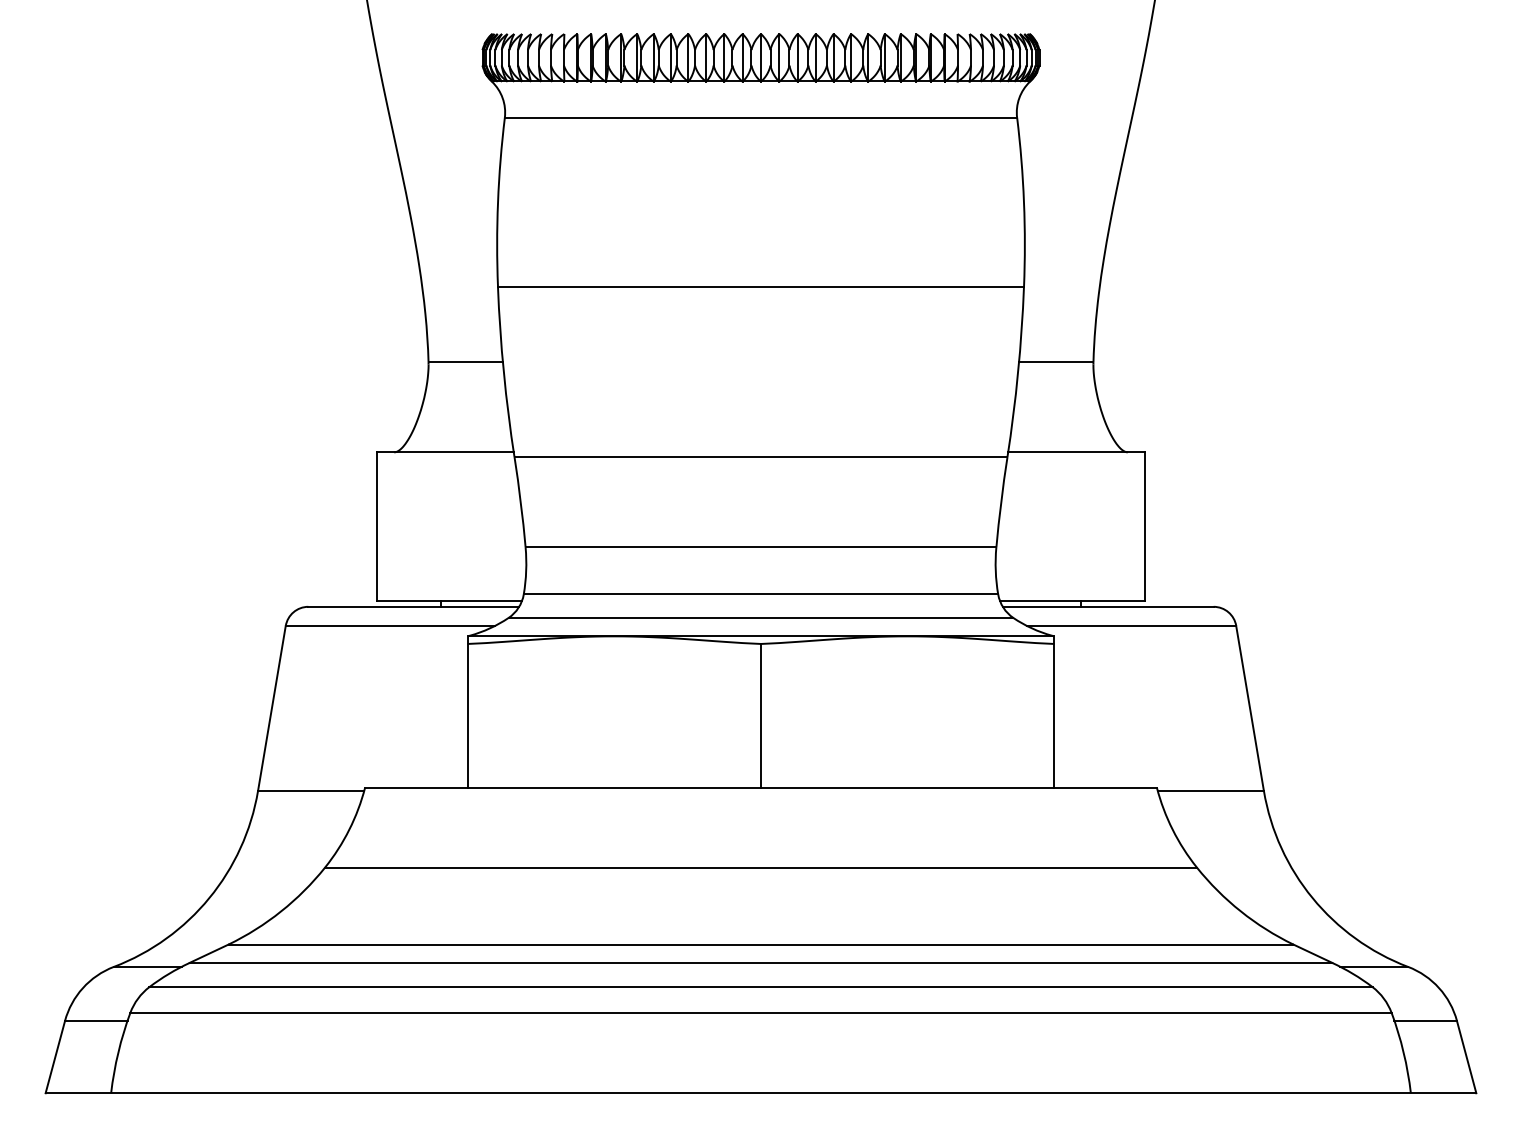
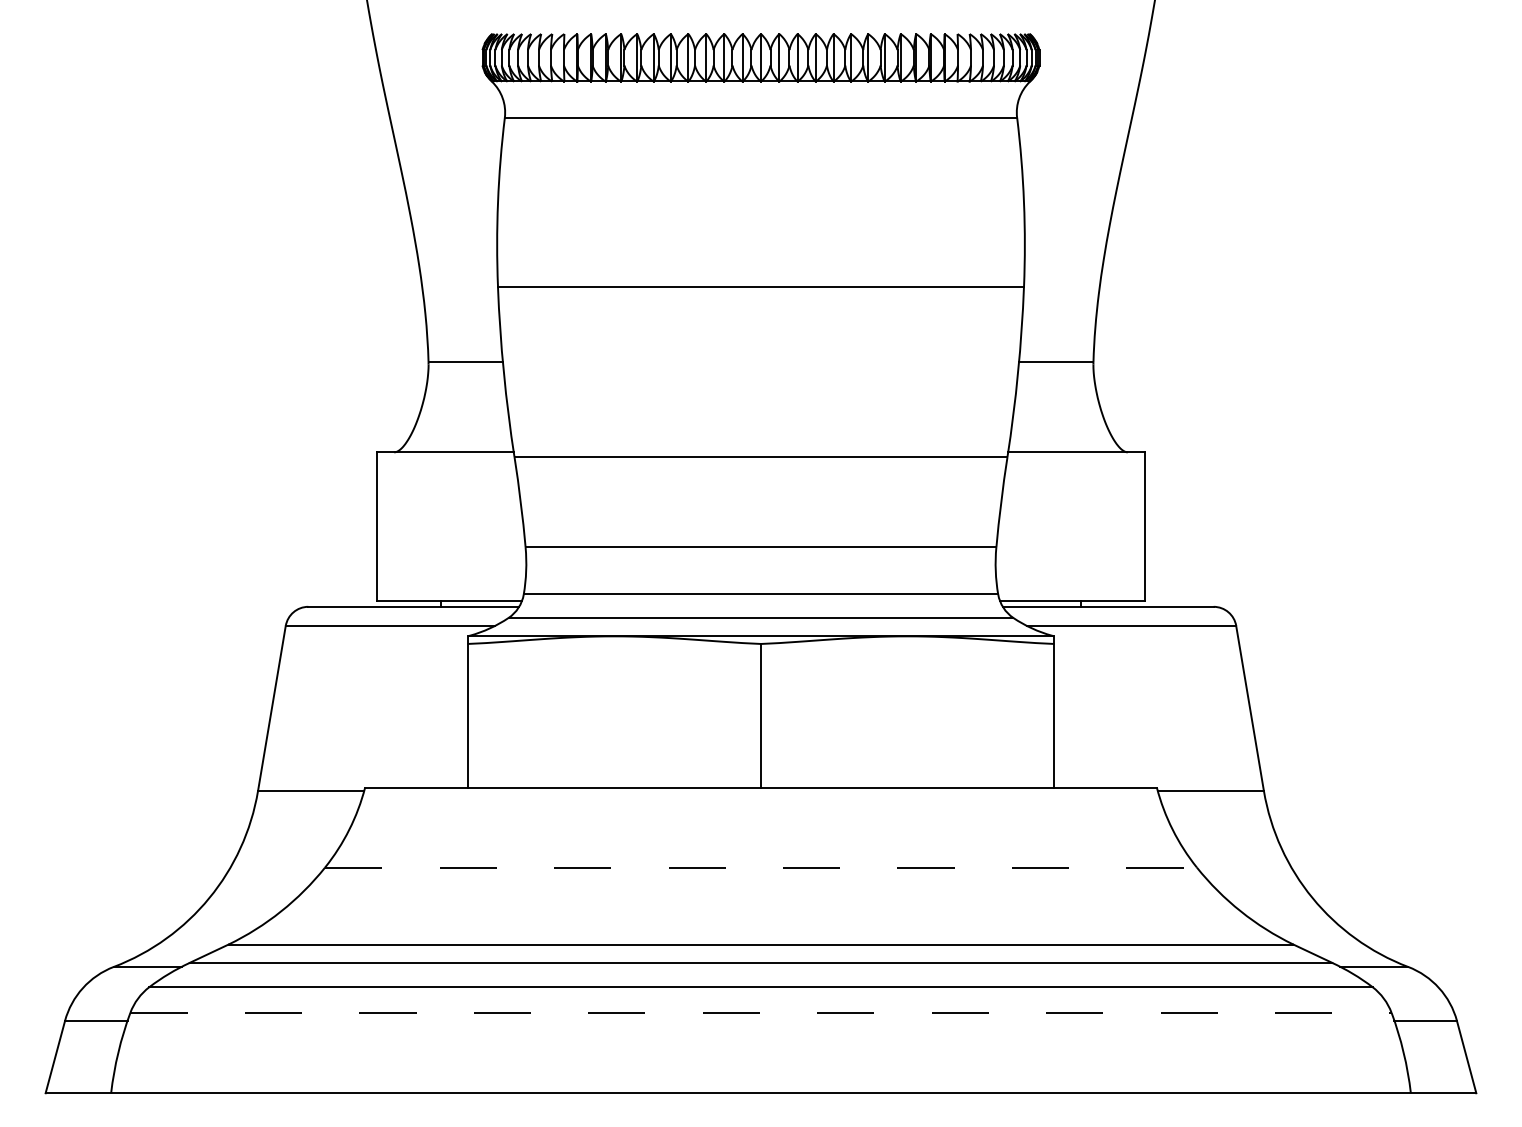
line at (761, 867): solid -> dashed
line at (760, 1012): solid -> dashed
